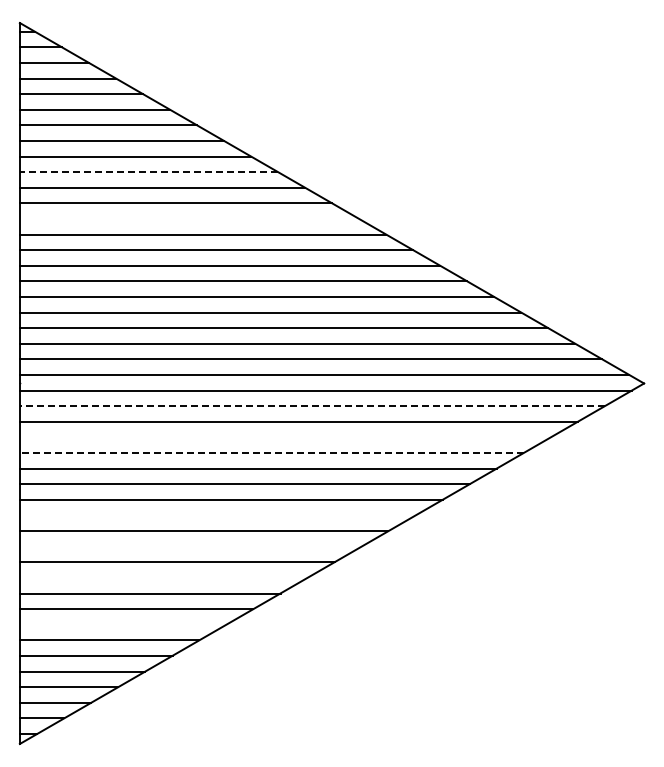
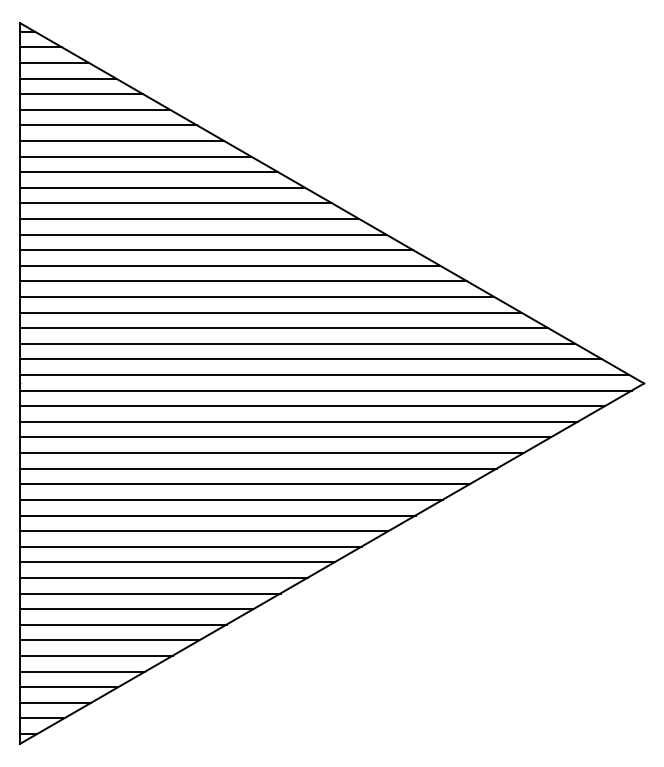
line at (148, 172): dashed -> solid
line at (189, 219): none -> present
line at (311, 406): dashed -> solid
line at (284, 437): none -> present
line at (271, 453): dashed -> solid
line at (217, 515): none -> present
line at (190, 546): none -> present
line at (163, 577): none -> present
line at (122, 624): none -> present
